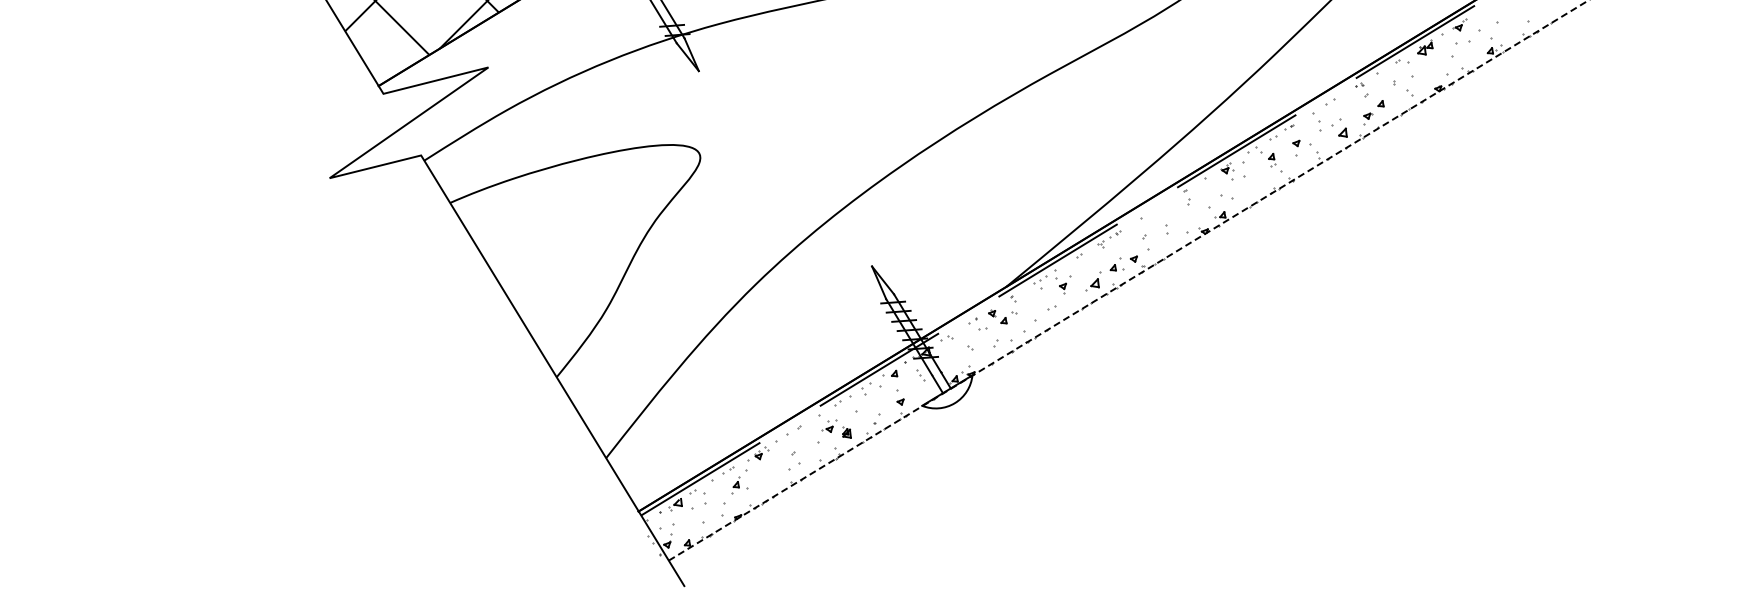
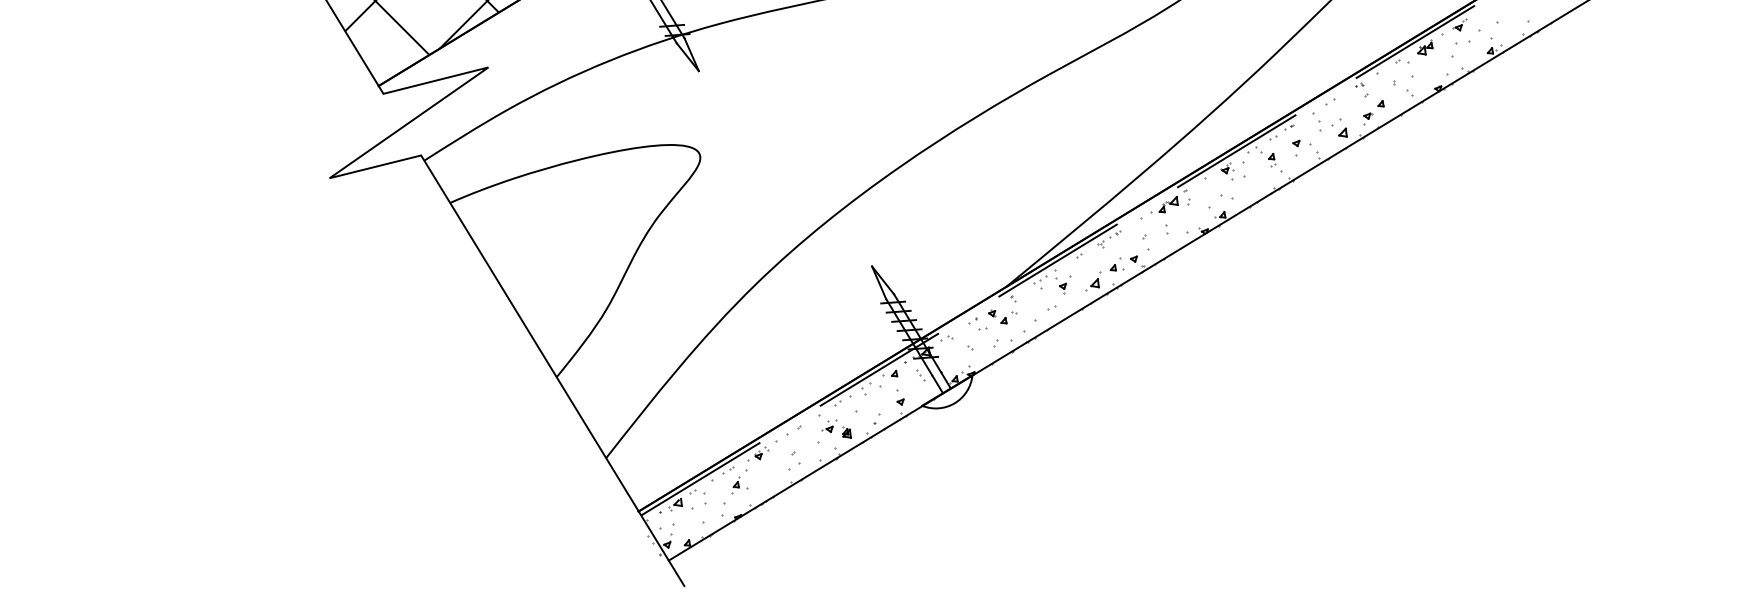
part at (1164, 204): none -> present
line at (1129, 280): dashed -> solid
